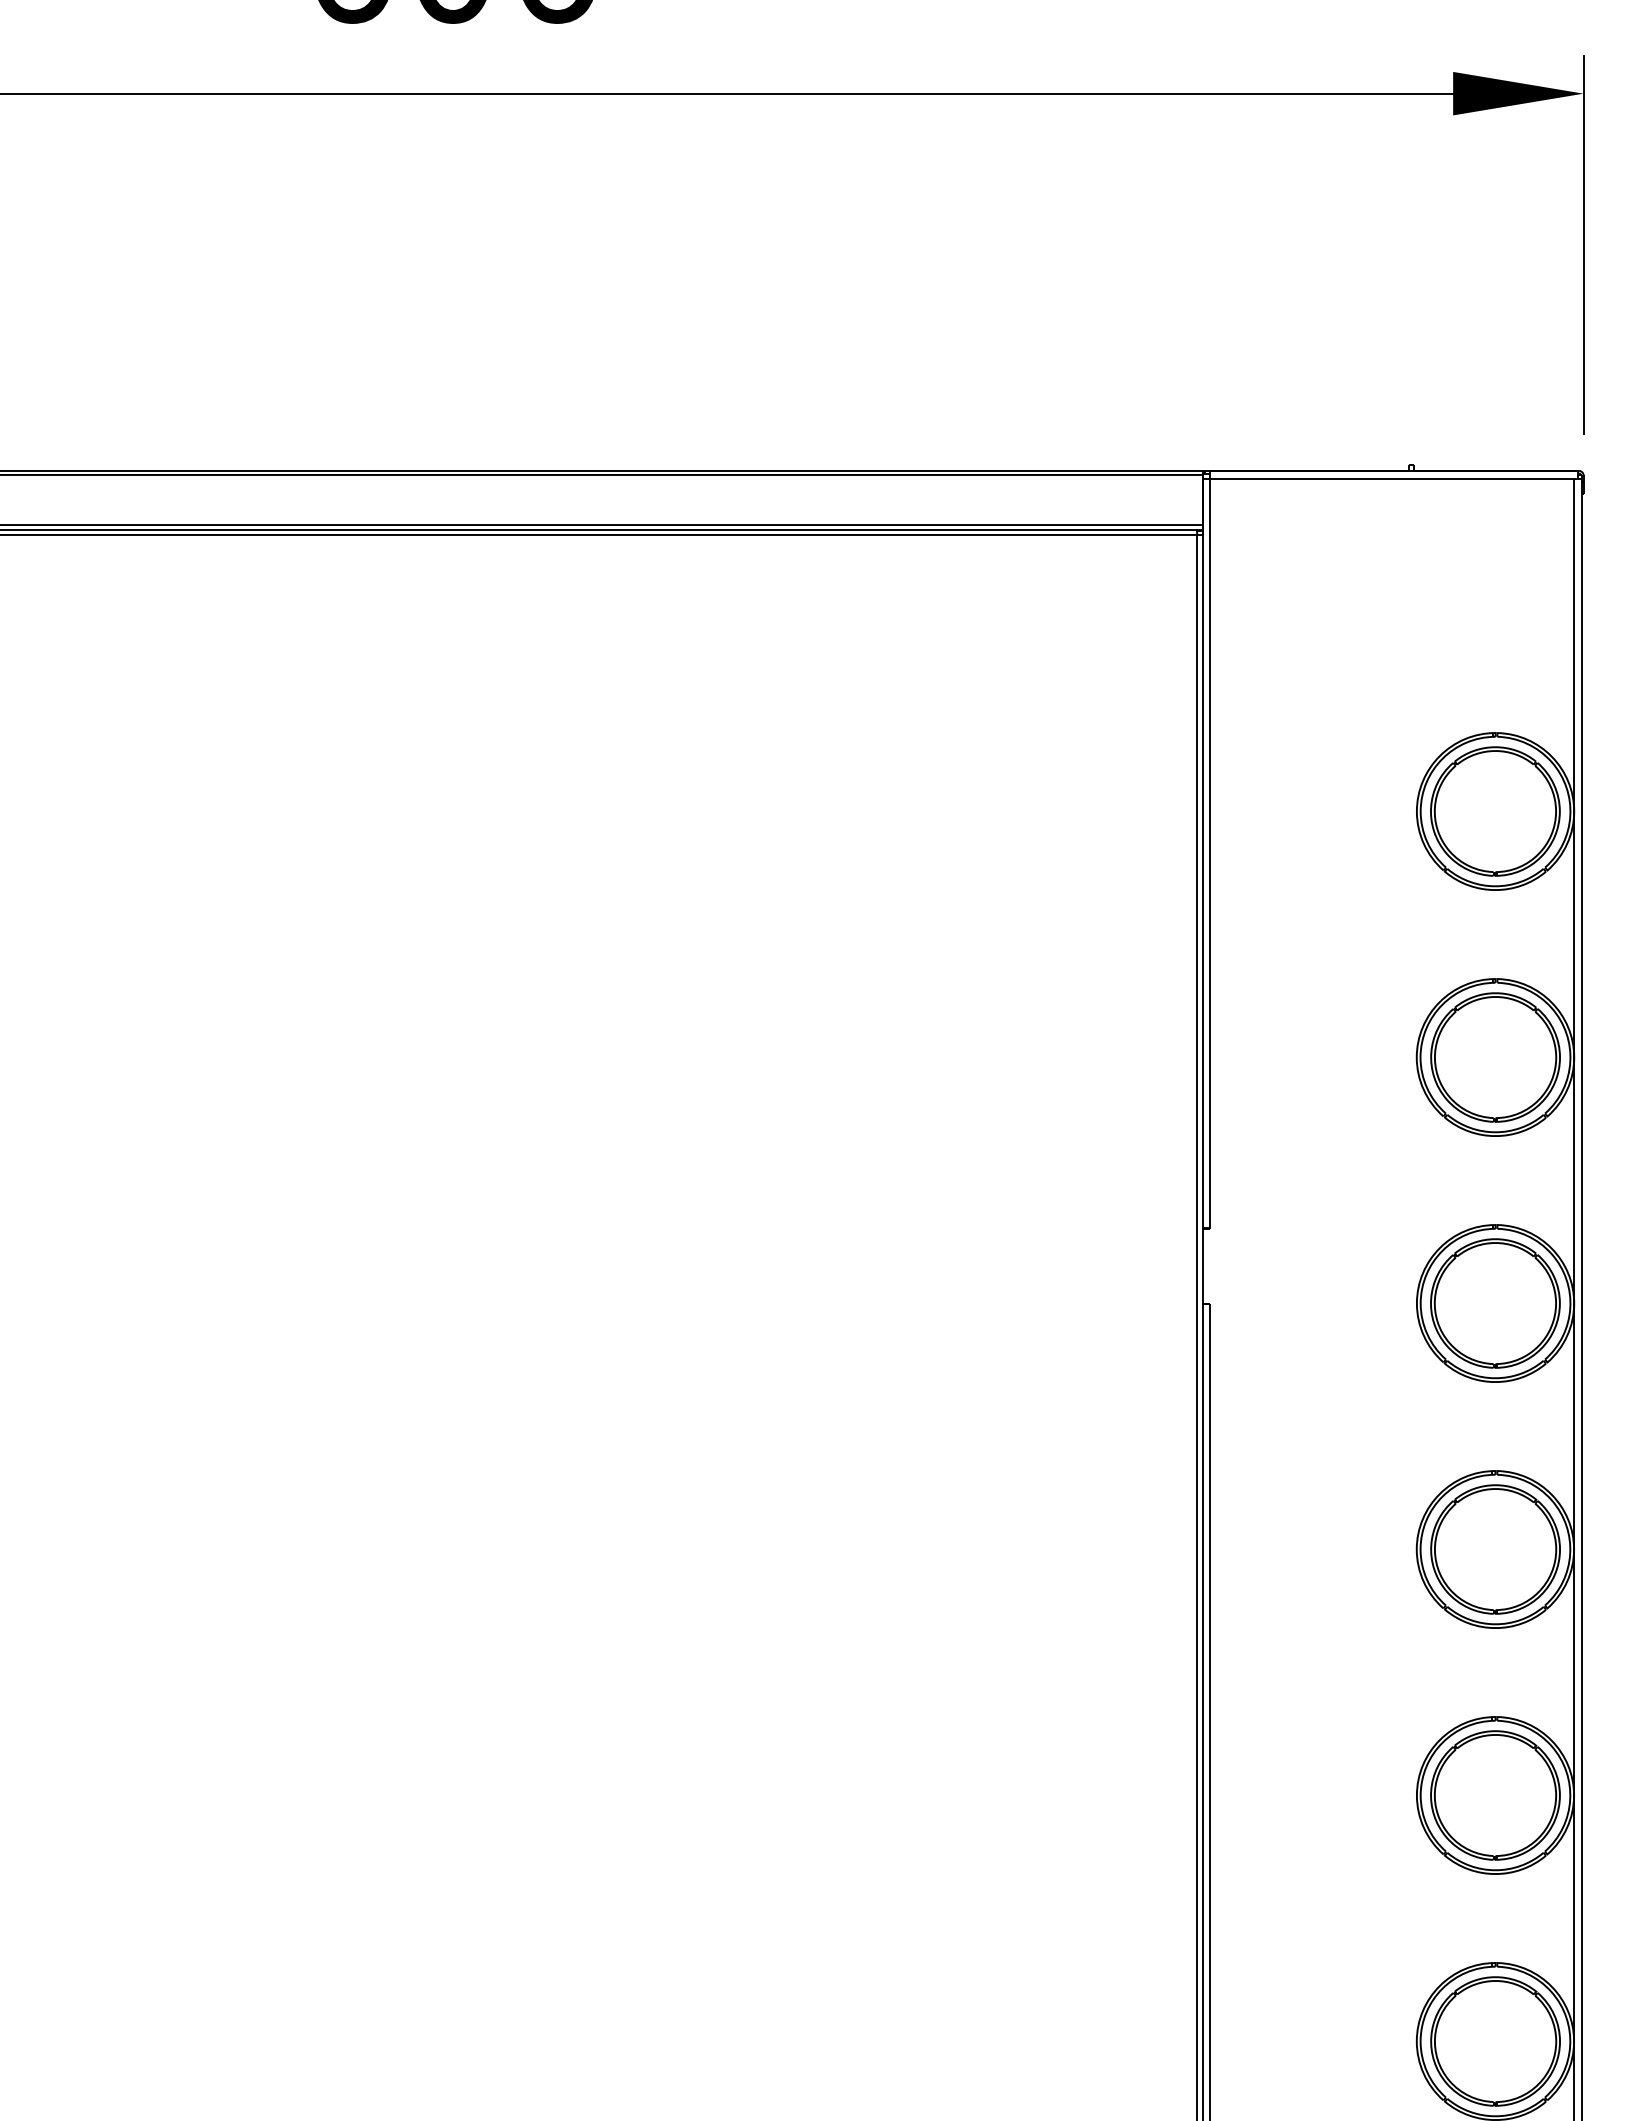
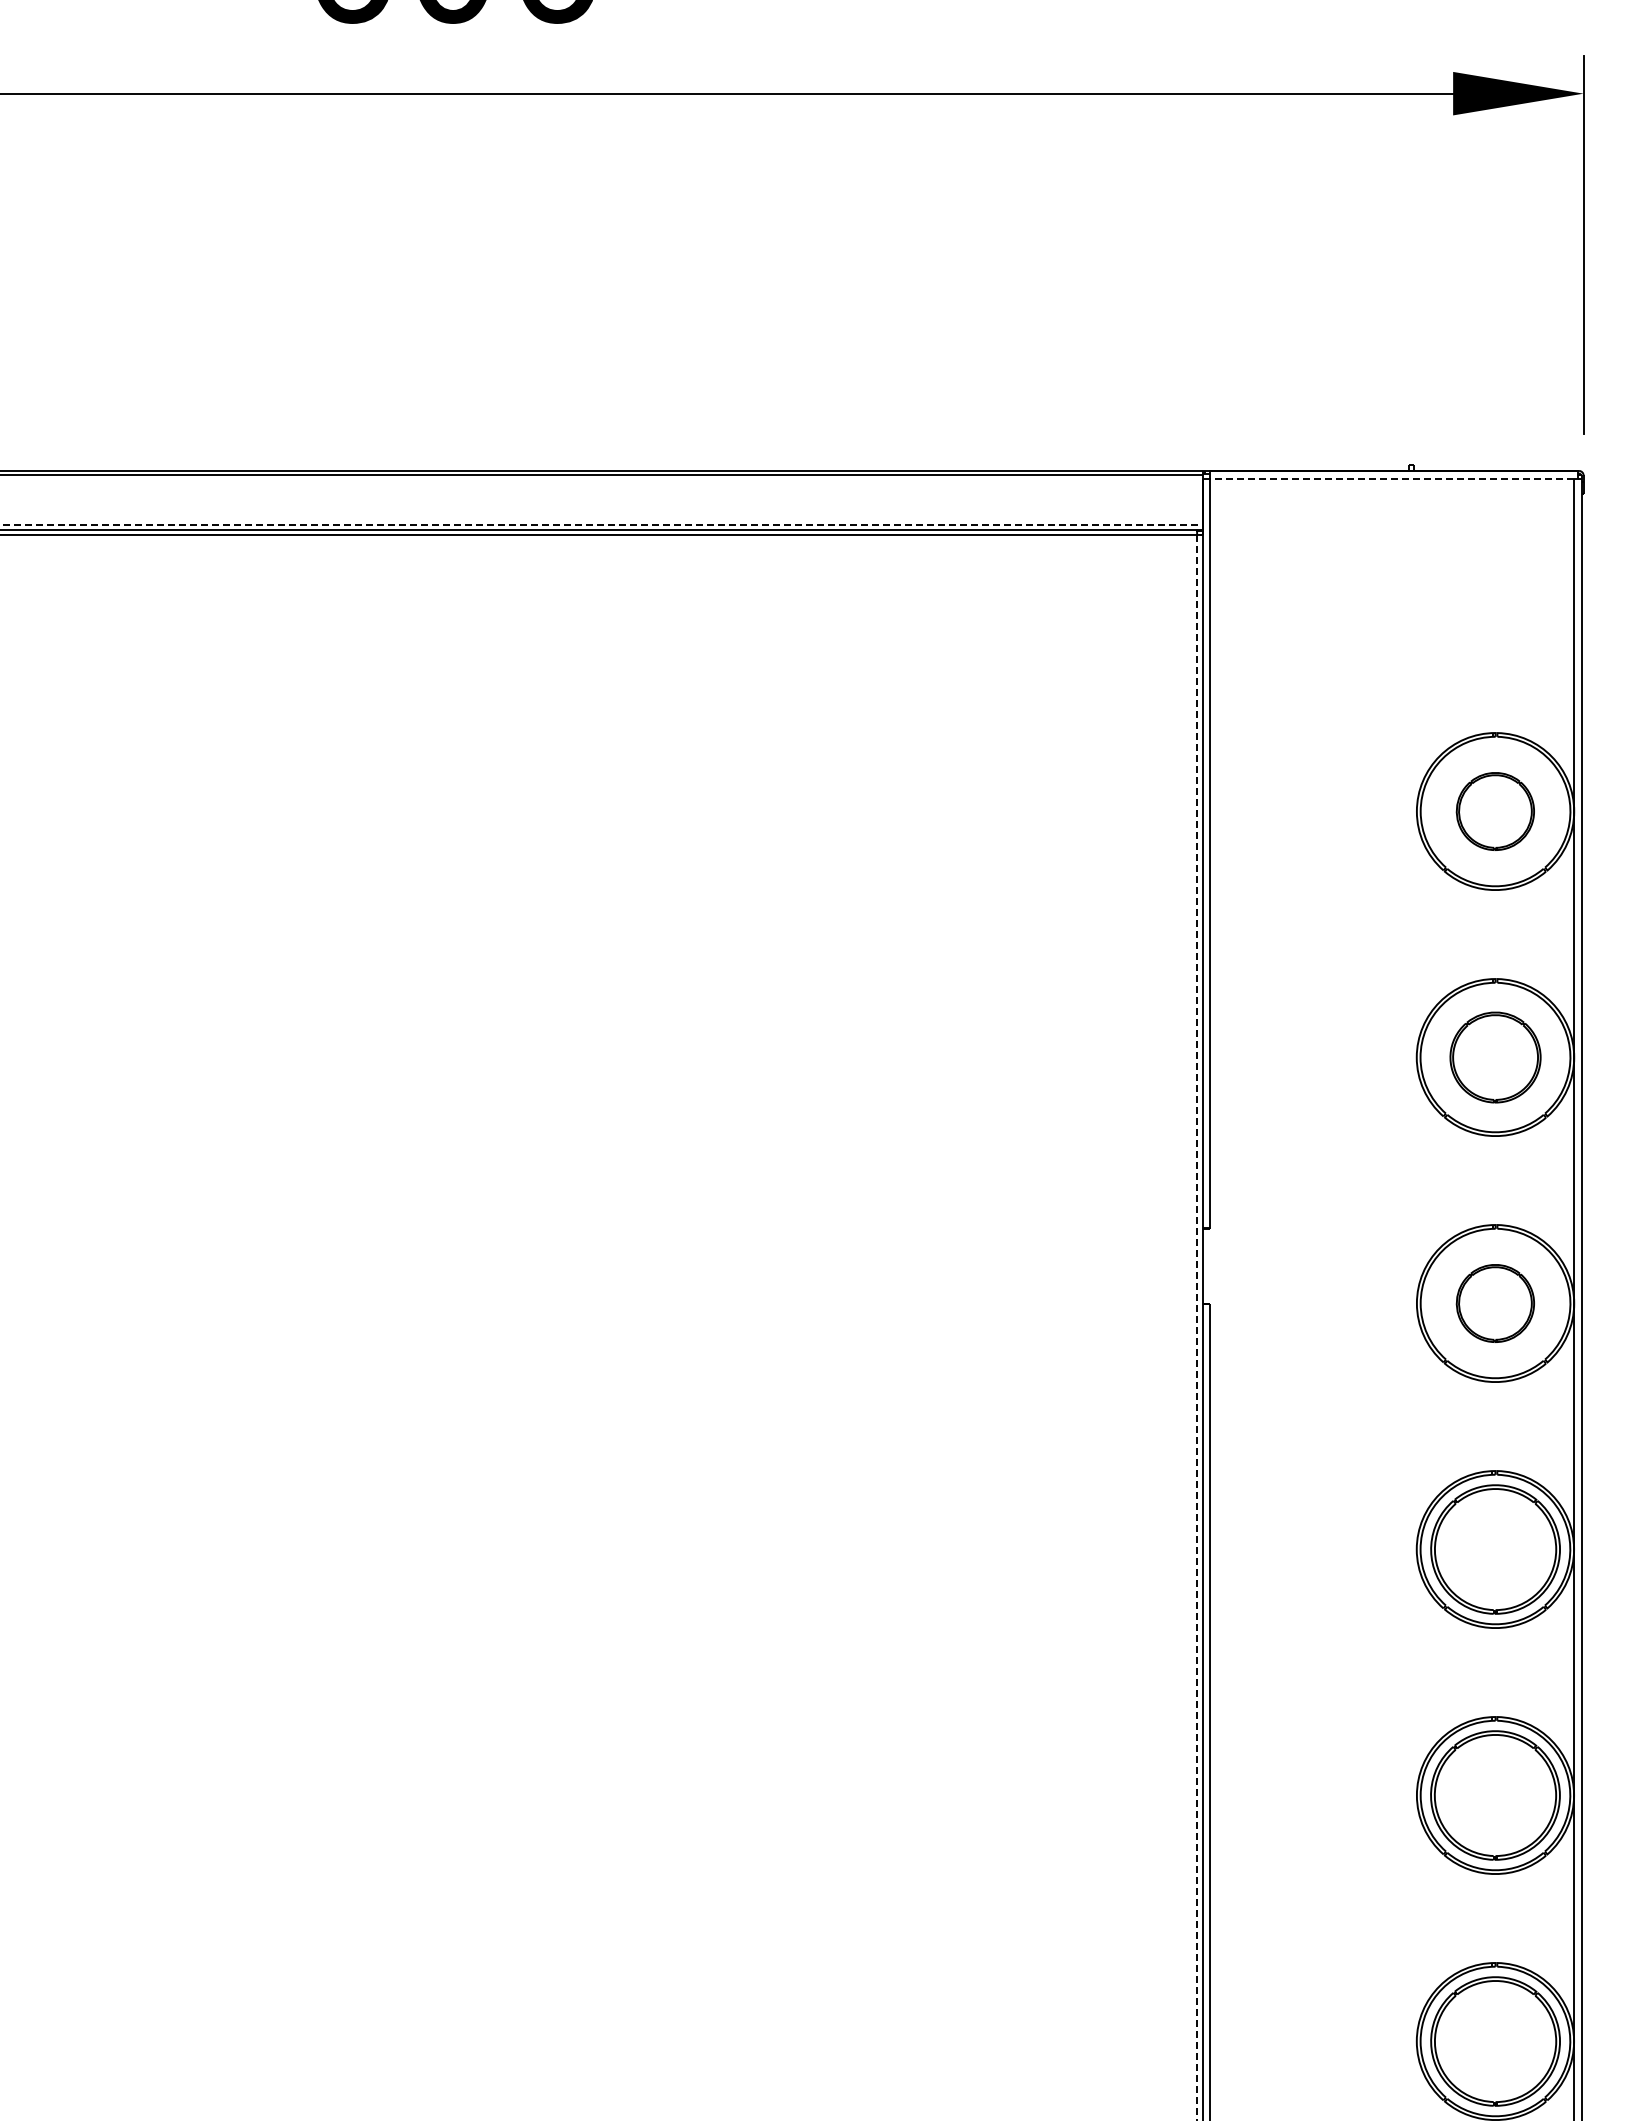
line at (1392, 478): solid -> dashed
line at (601, 525): solid -> dashed
part at (1495, 811) size: 131x131 px -> 80x79 px
part at (1495, 1057) size: 131x131 px -> 93x93 px
part at (1495, 1303) size: 131x131 px -> 80x79 px
line at (1197, 1328): solid -> dashed
